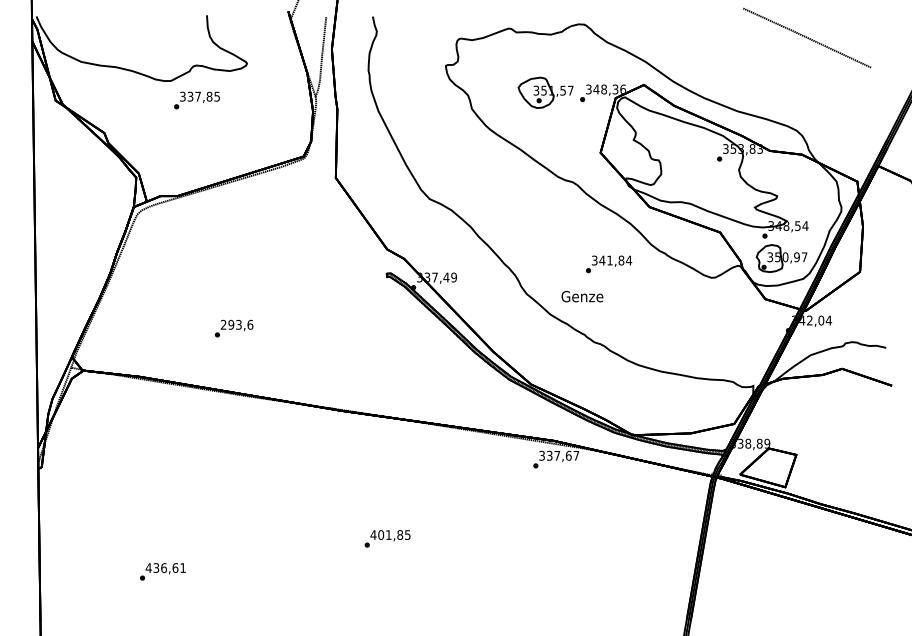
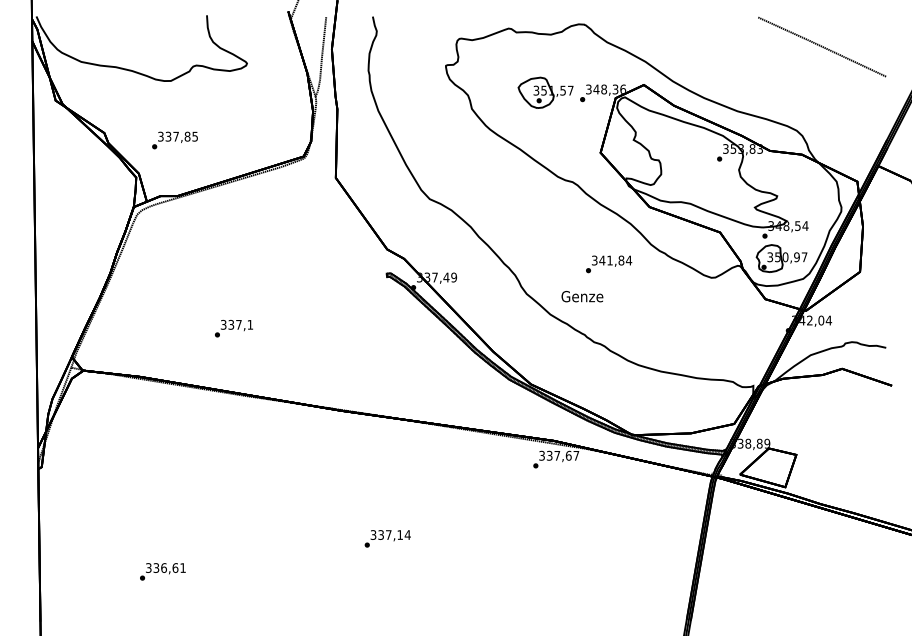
line at (807, 37) position: (807, 37) -> (822, 46)
text at (196, 100) position: (196, 100) -> (174, 140)
text at (236, 324): 293,6 -> 337,1
text at (390, 534): 401,85 -> 337,14
text at (148, 567): 436,61 -> 336,61
